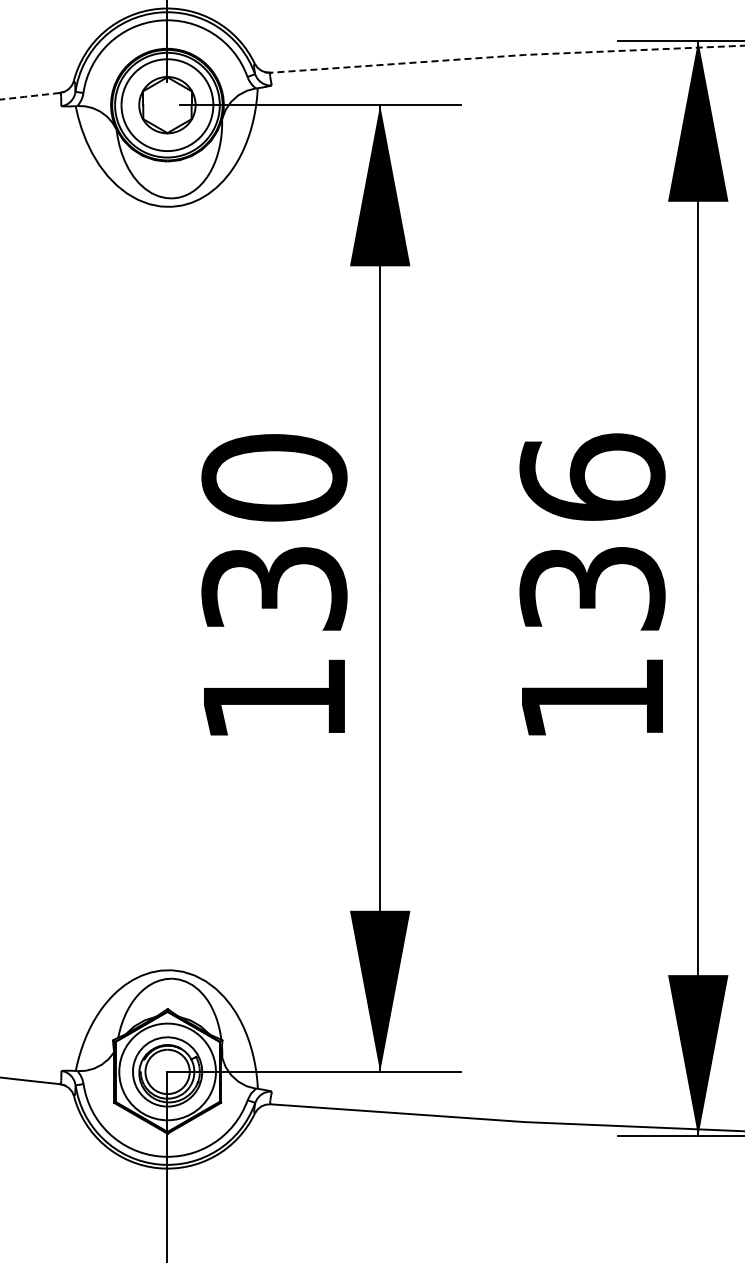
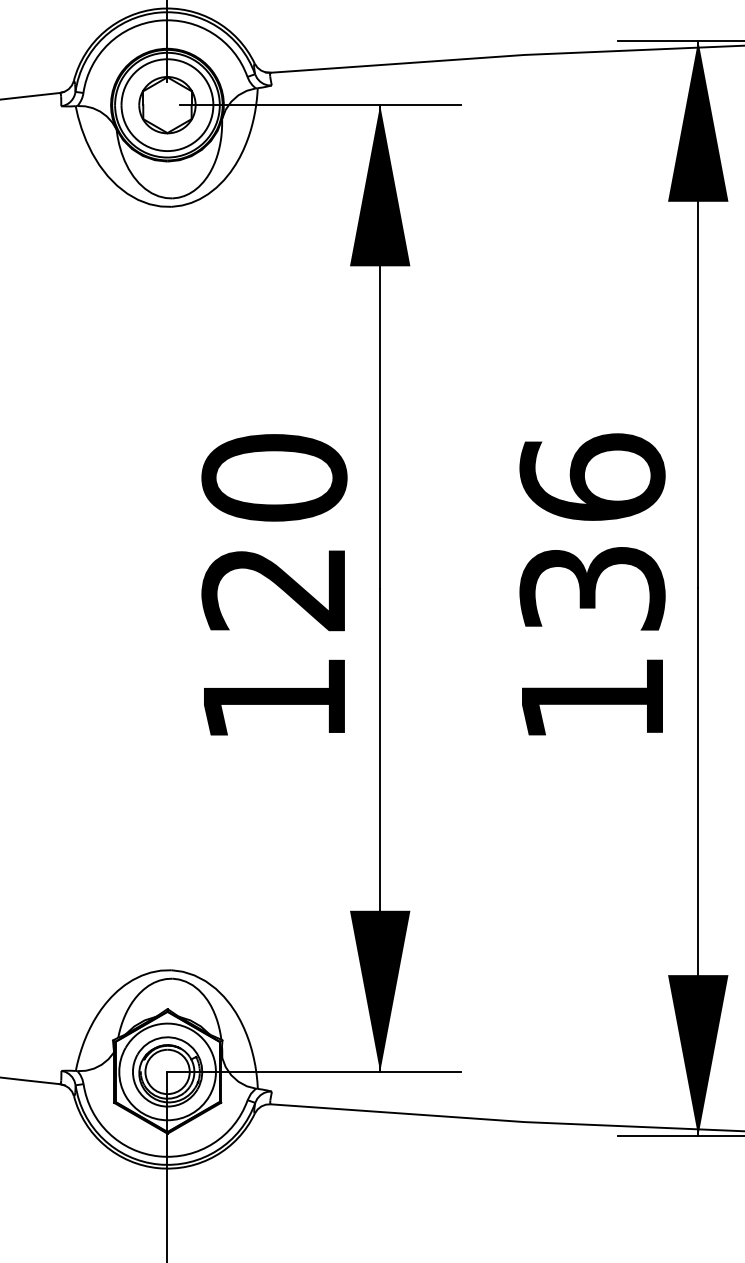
line at (507, 56): dashed -> solid
line at (29, 96): dashed -> solid
text at (274, 589): 130 -> 120
